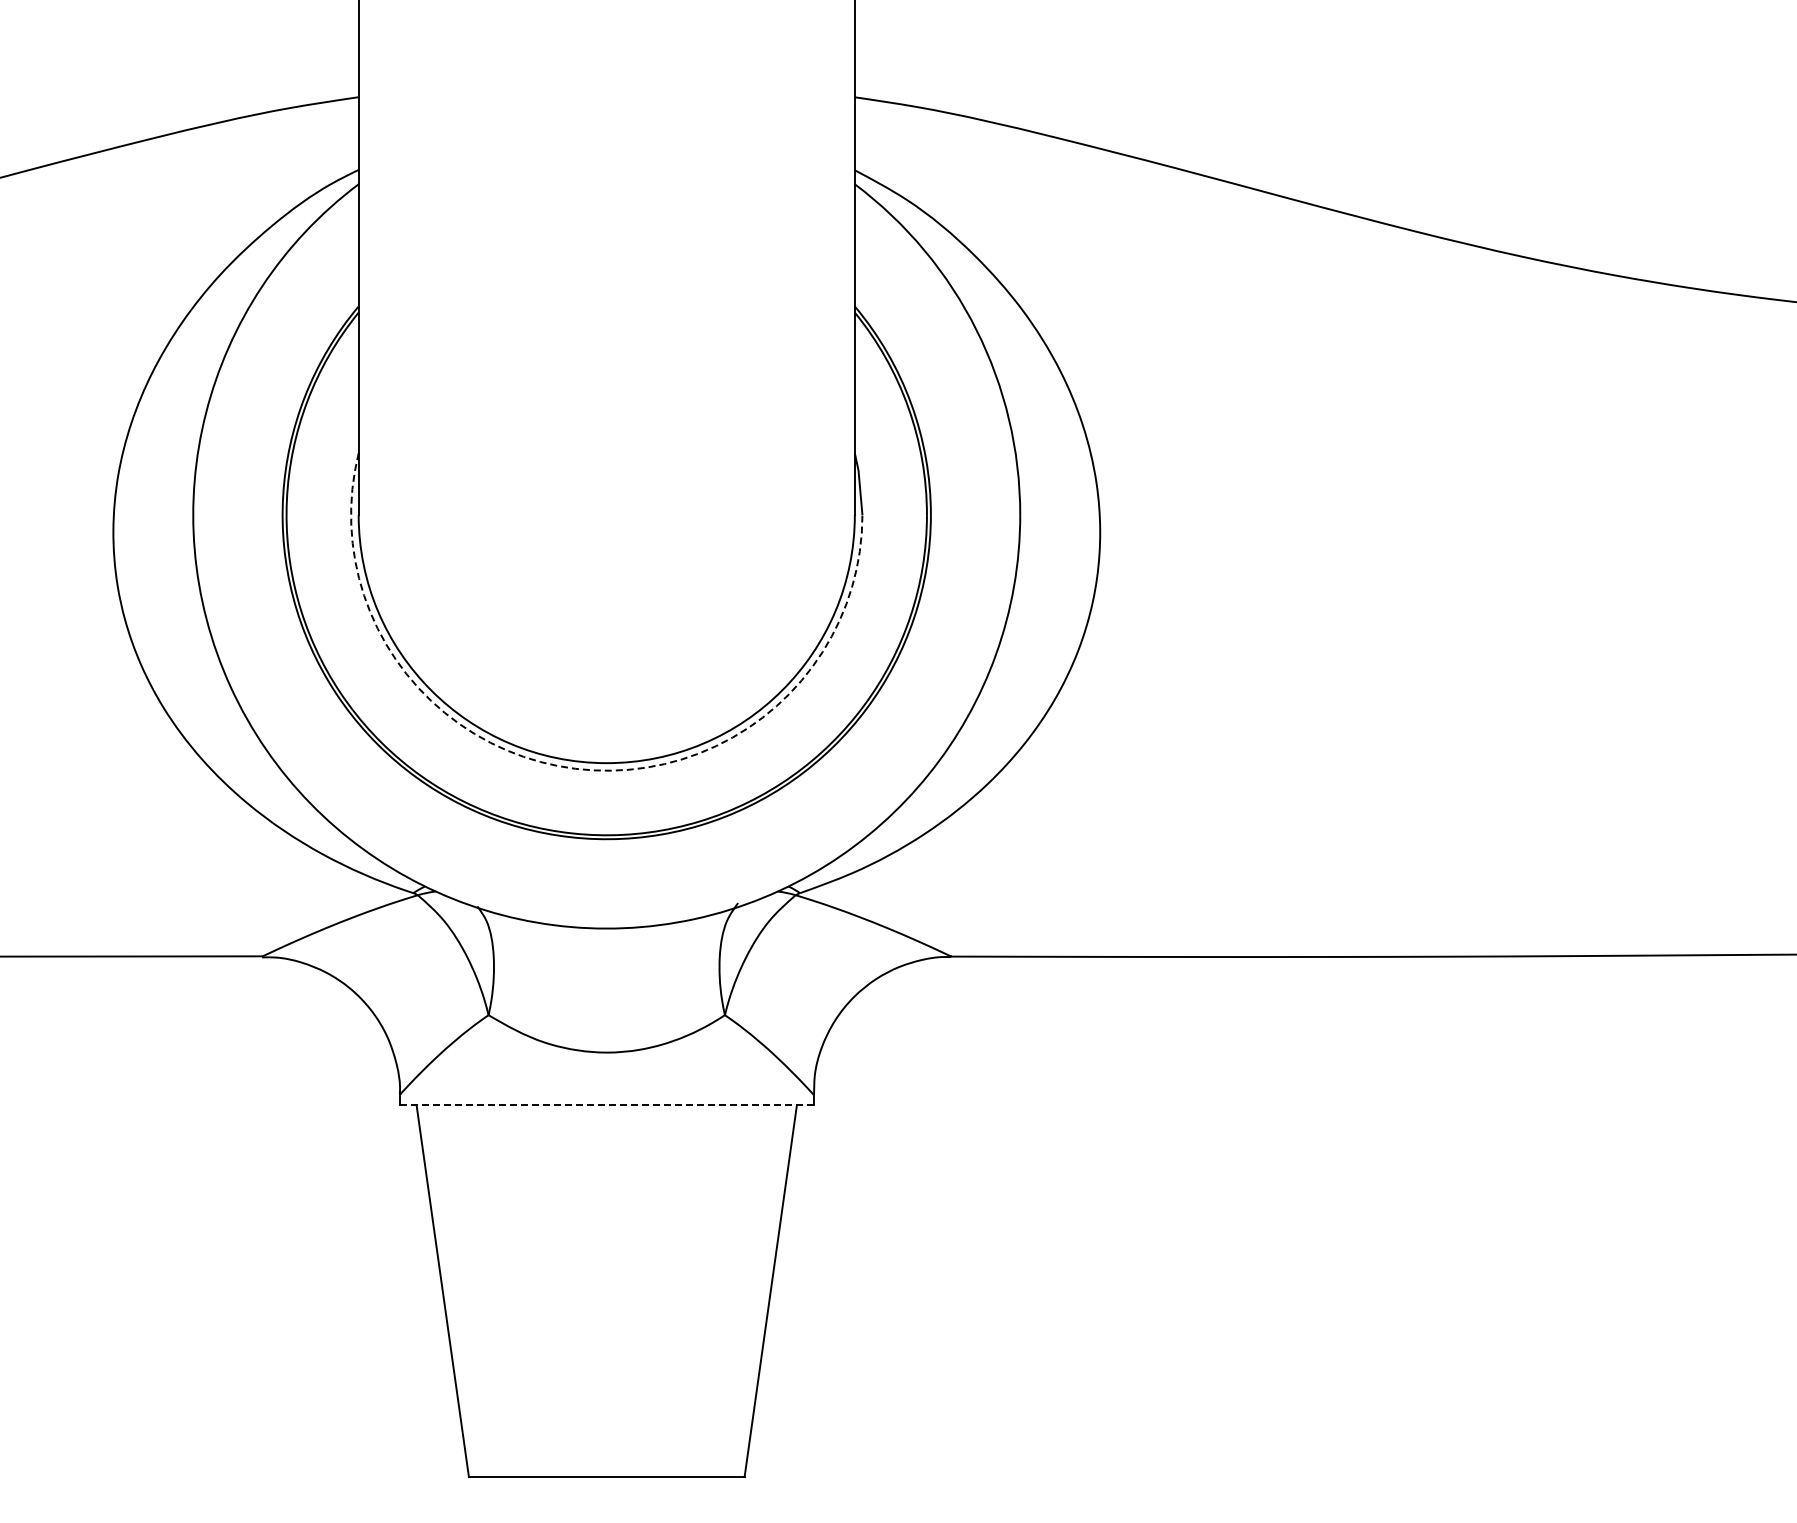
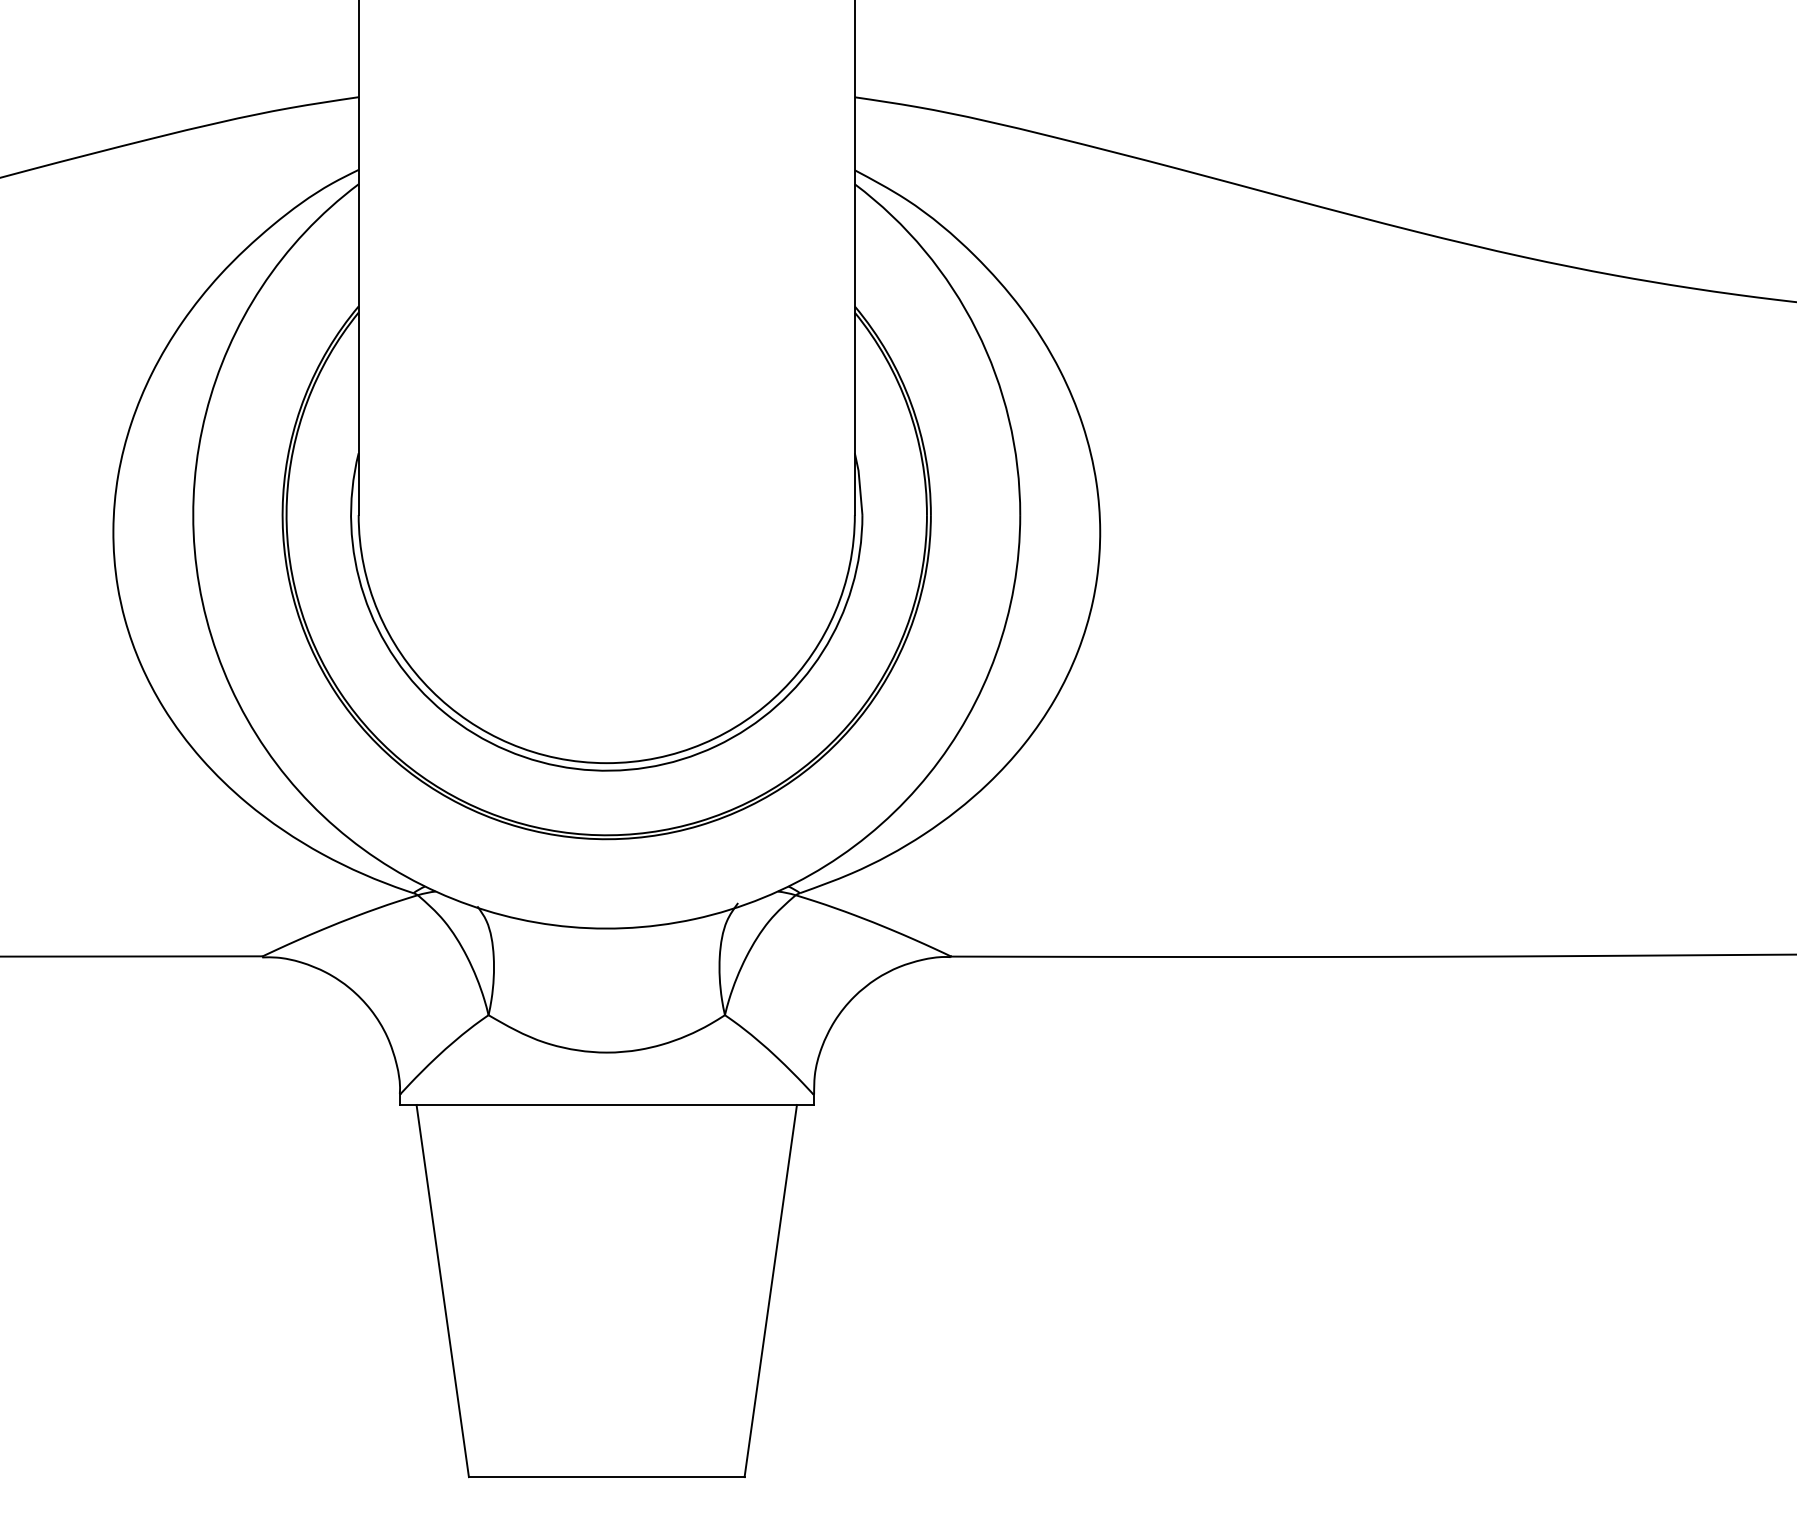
arc at (575, 768): dashed -> solid
line at (606, 1104): dashed -> solid
